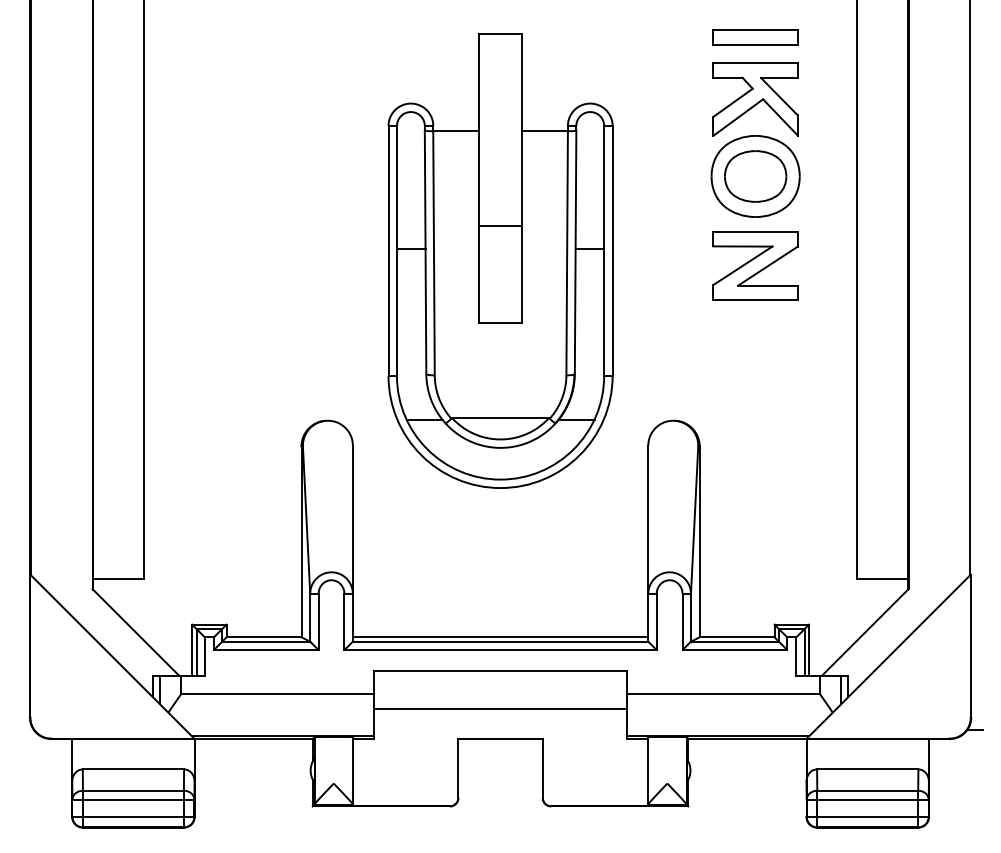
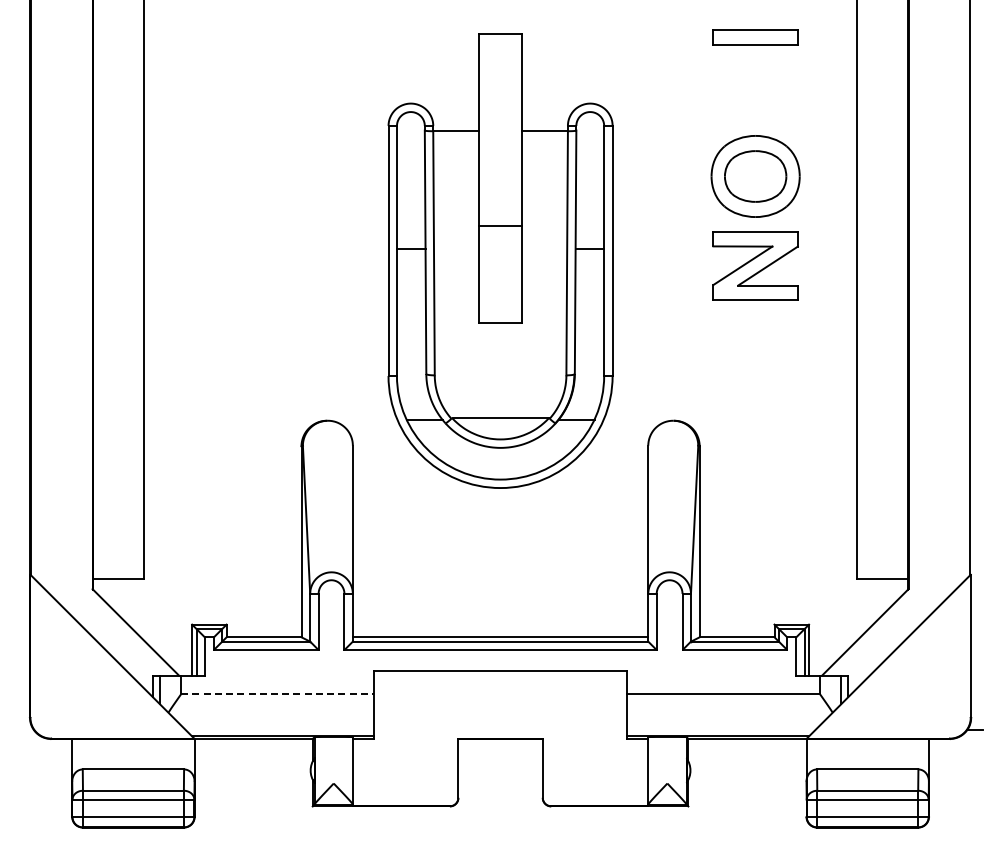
part at (755, 99): present -> none
line at (278, 694): solid -> dashed
line at (500, 709): present -> none
